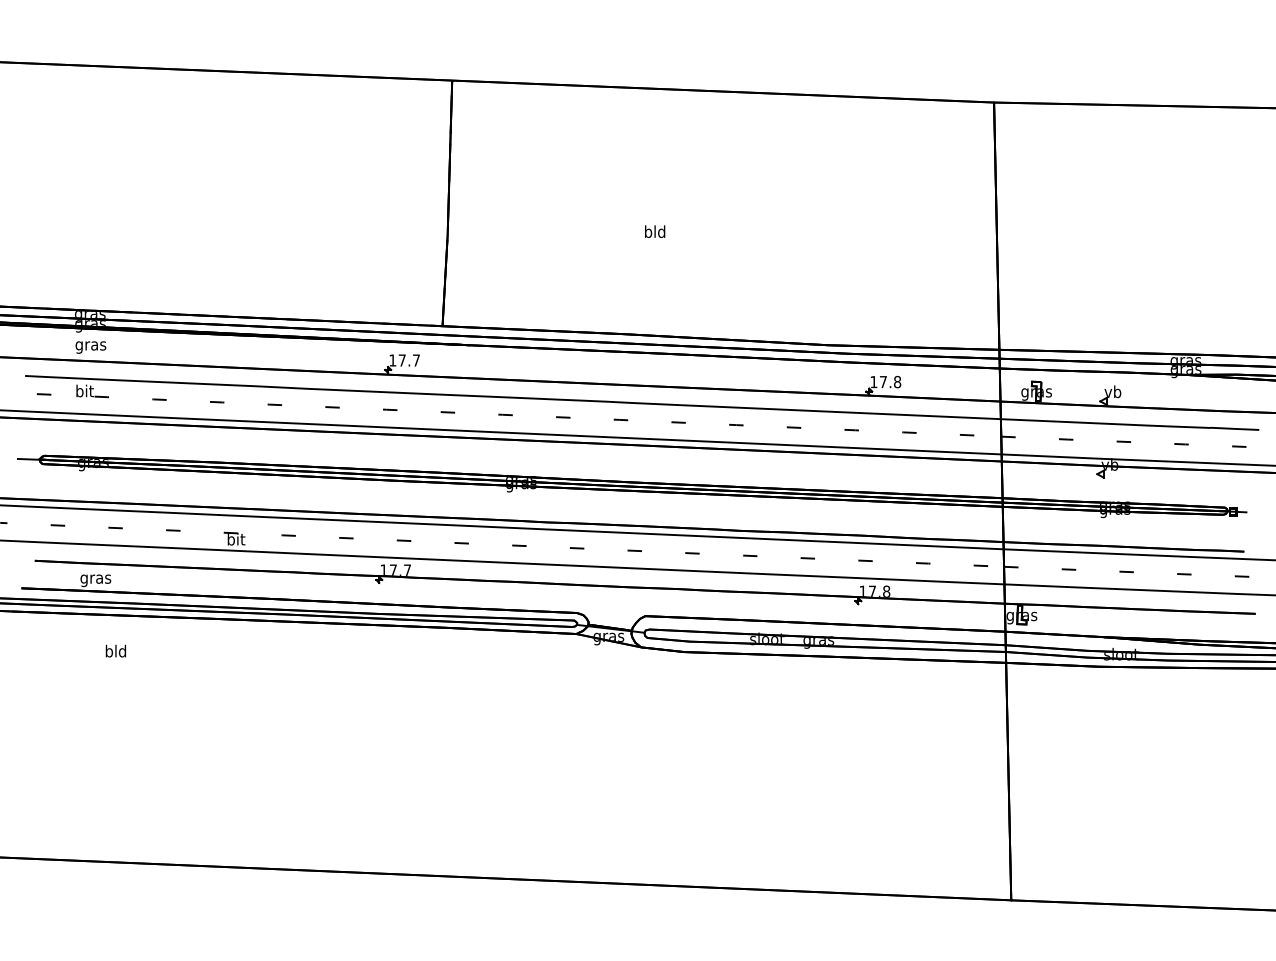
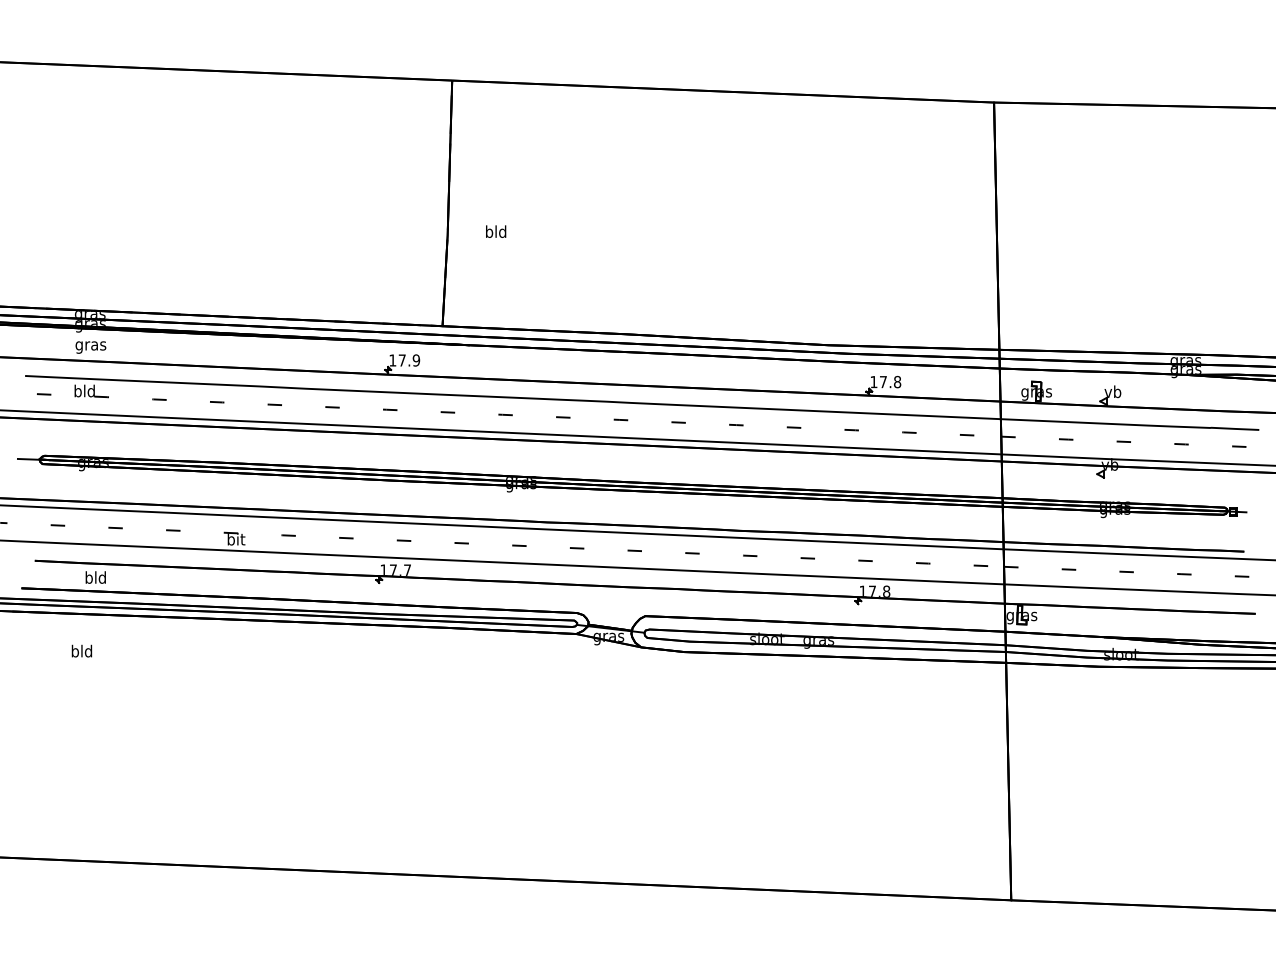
text at (655, 231) position: (655, 231) -> (496, 231)
text at (416, 360): 17.7 -> 17.9
text at (84, 390): bit -> bld
text at (95, 579): gras -> bld
text at (115, 650) position: (115, 650) -> (81, 650)
